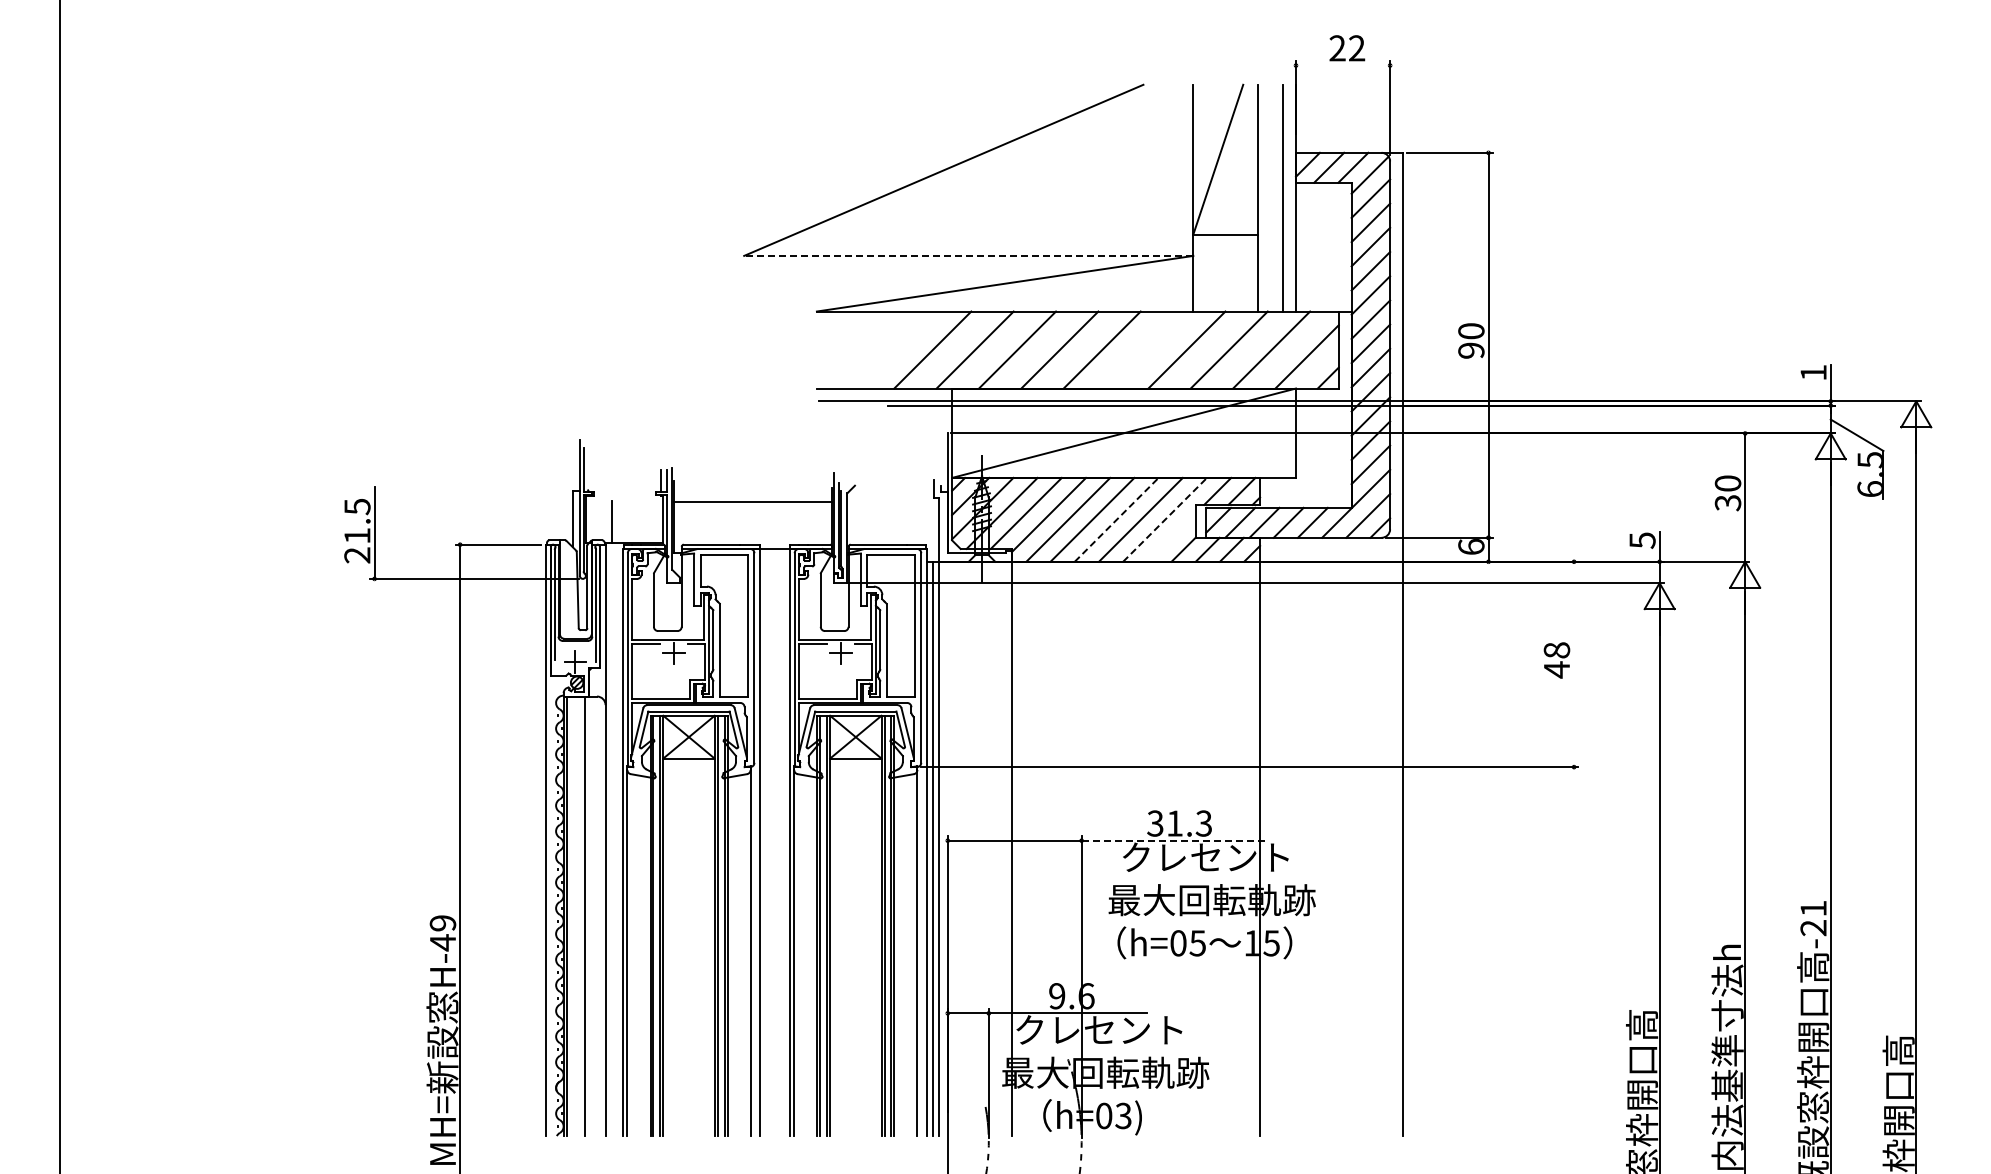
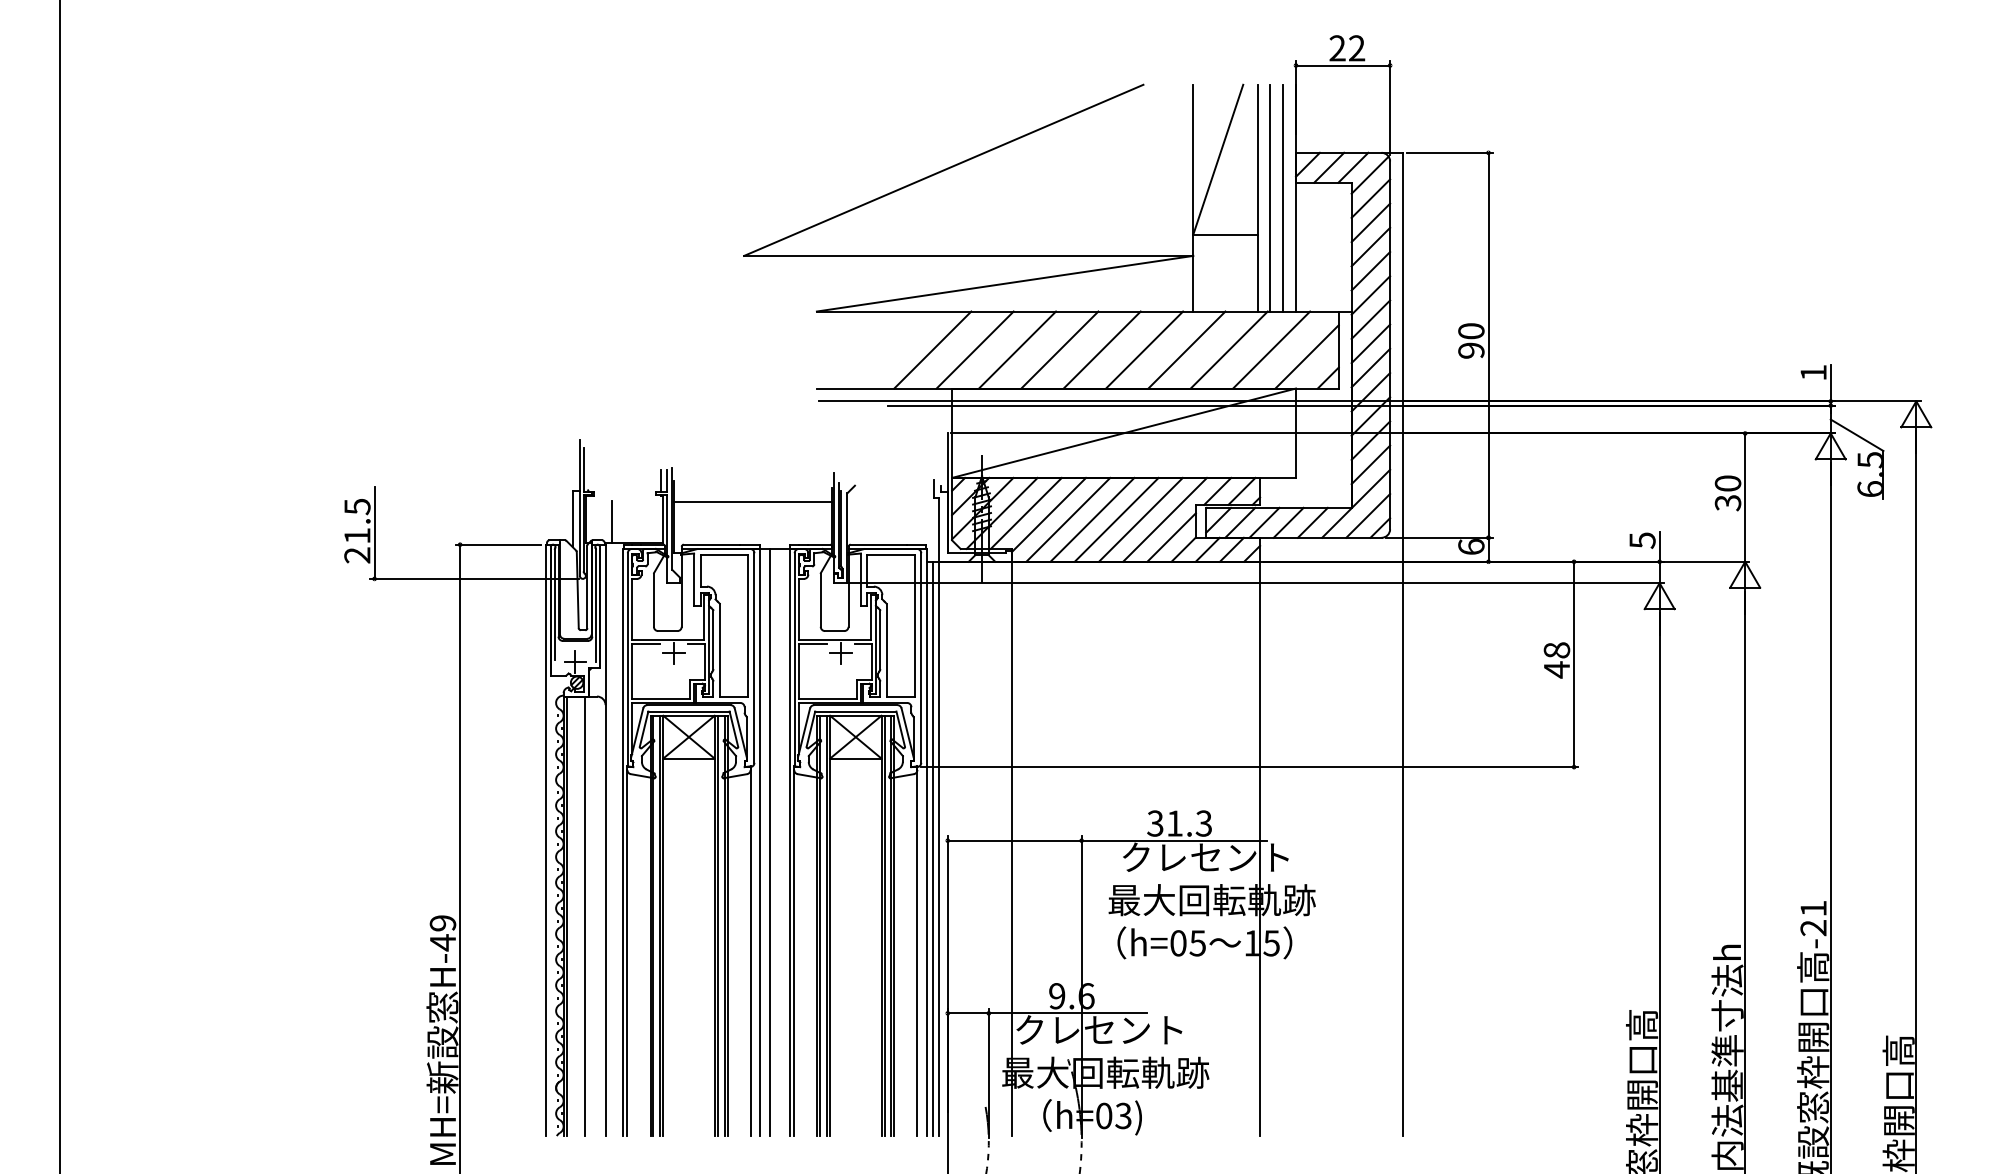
line at (1343, 65): none -> present
line at (1270, 197): none -> present
line at (968, 255): dashed -> solid
line at (1144, 349): none -> present
line at (1117, 519): dashed -> solid
line at (1165, 519): dashed -> solid
line at (1171, 537): none -> present
line at (1574, 664): none -> present
line at (1174, 840): dashed -> solid
line at (770, 842): none -> present
